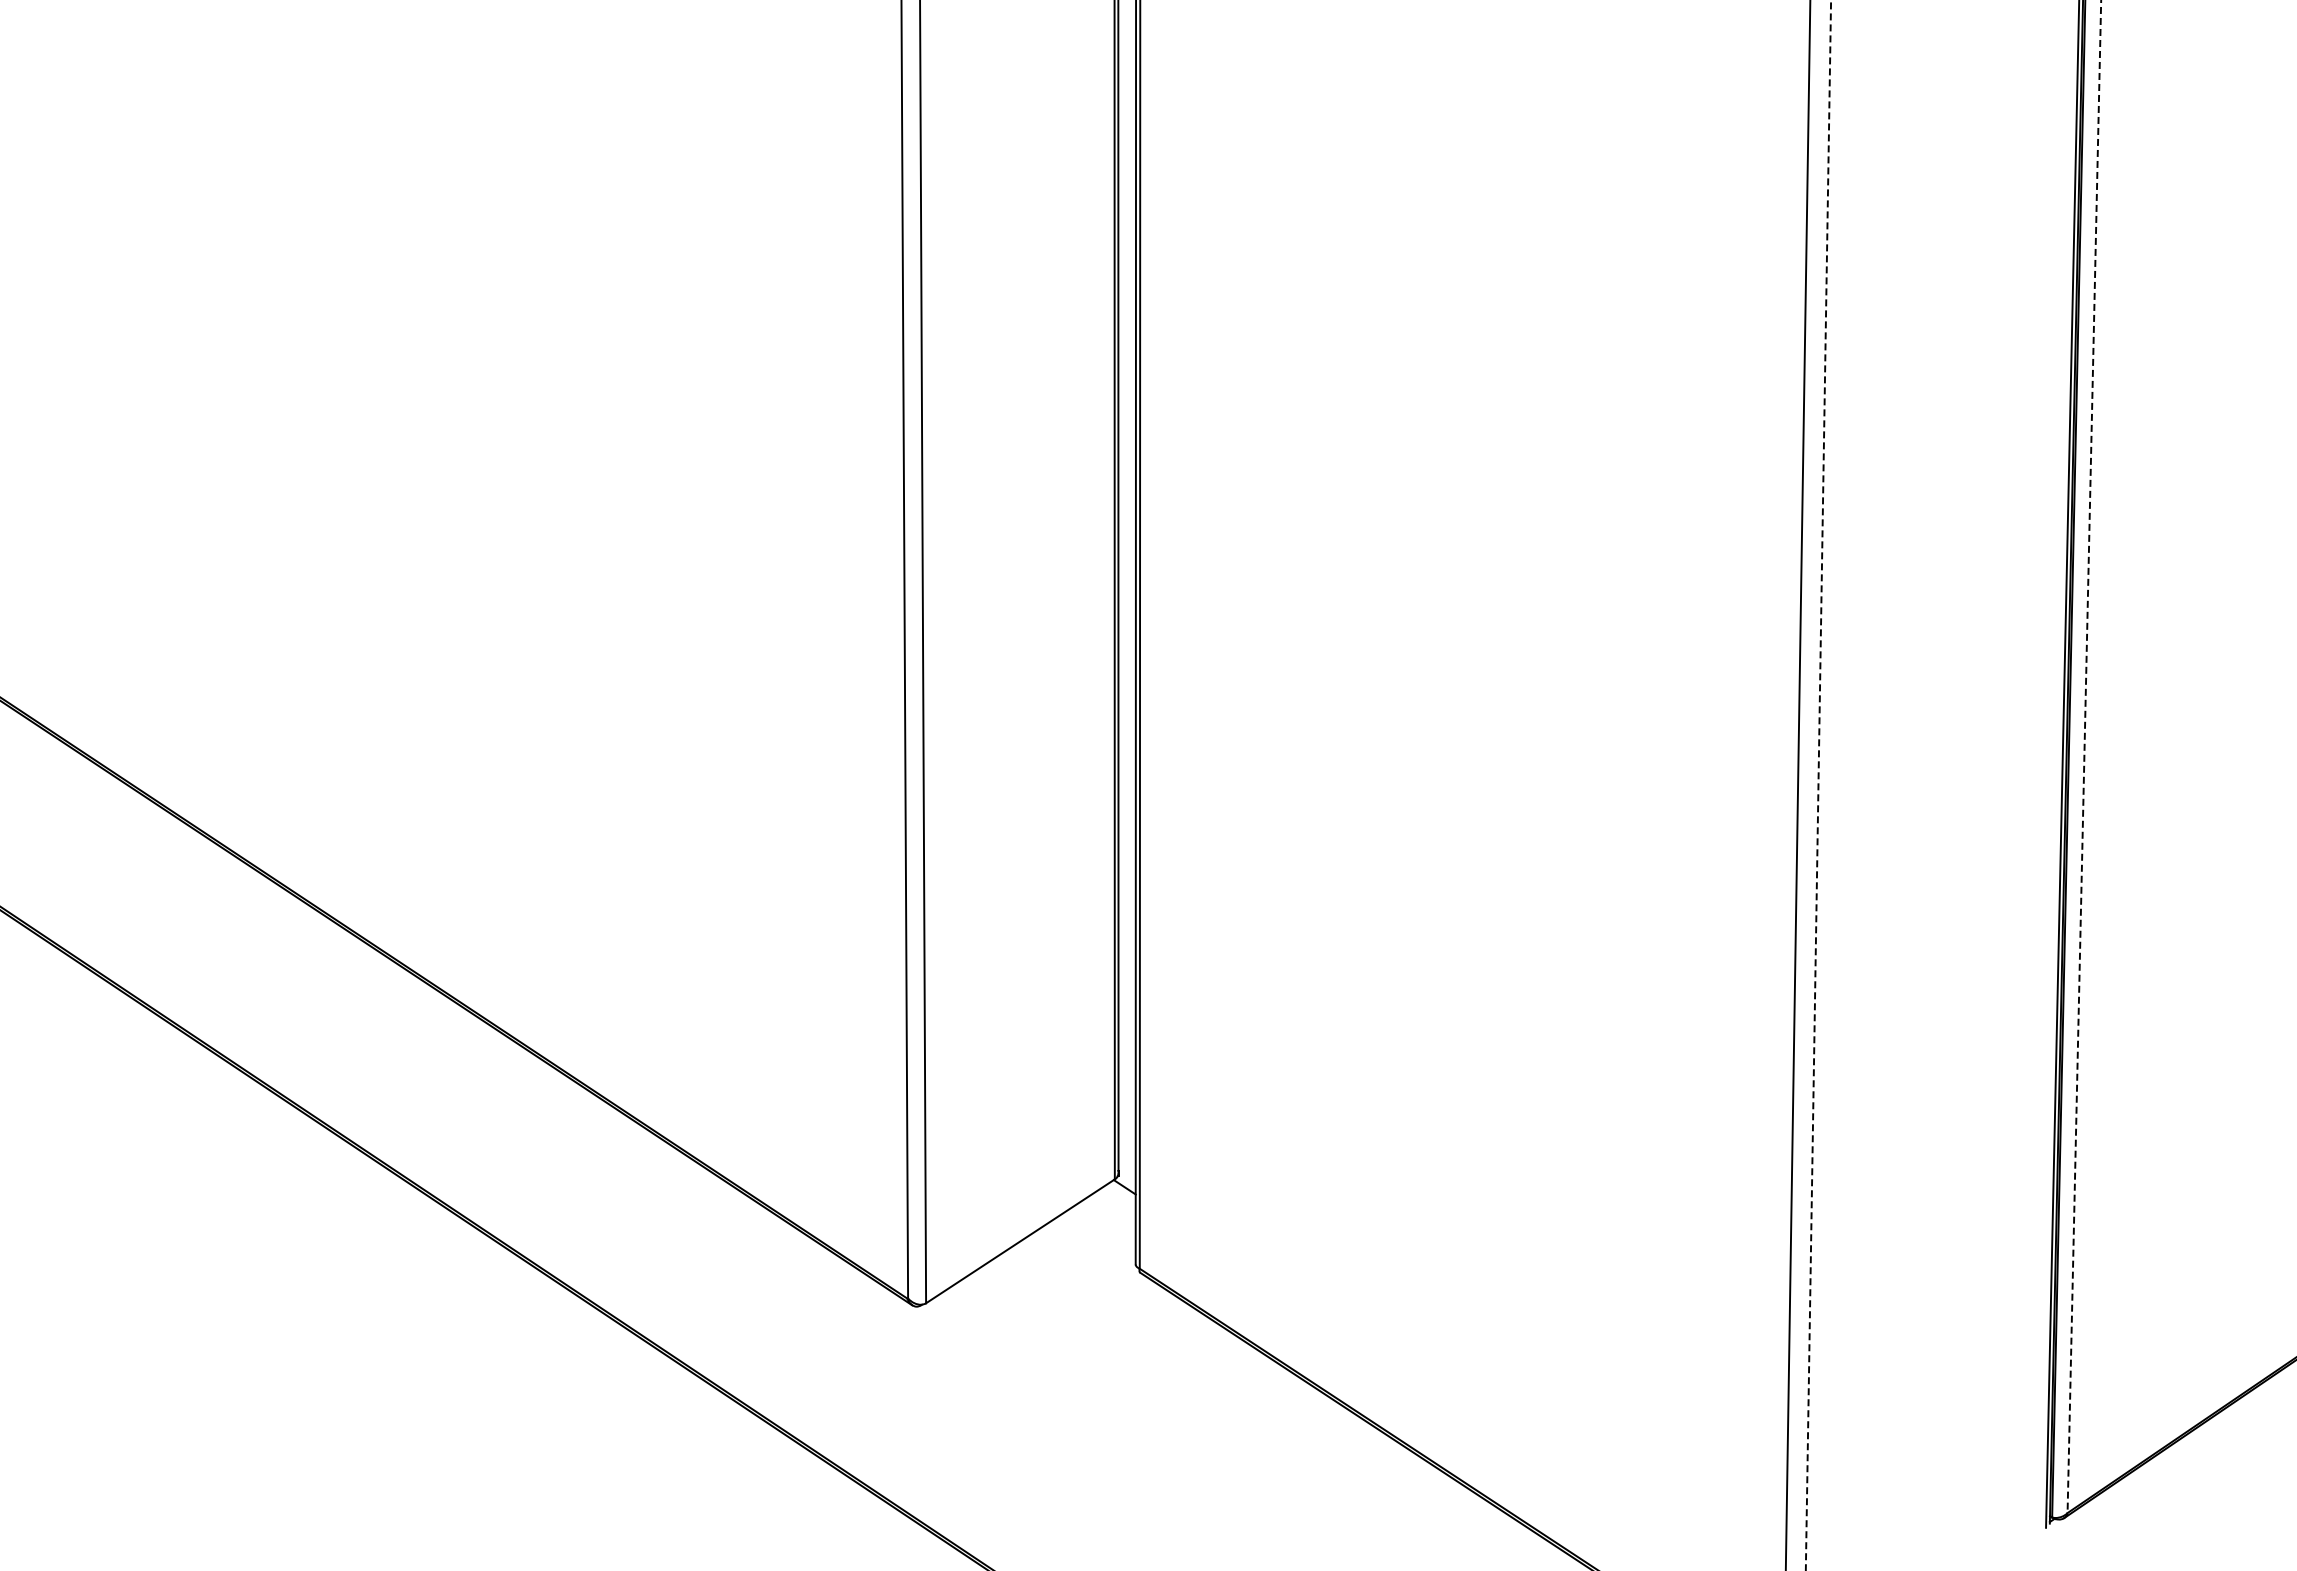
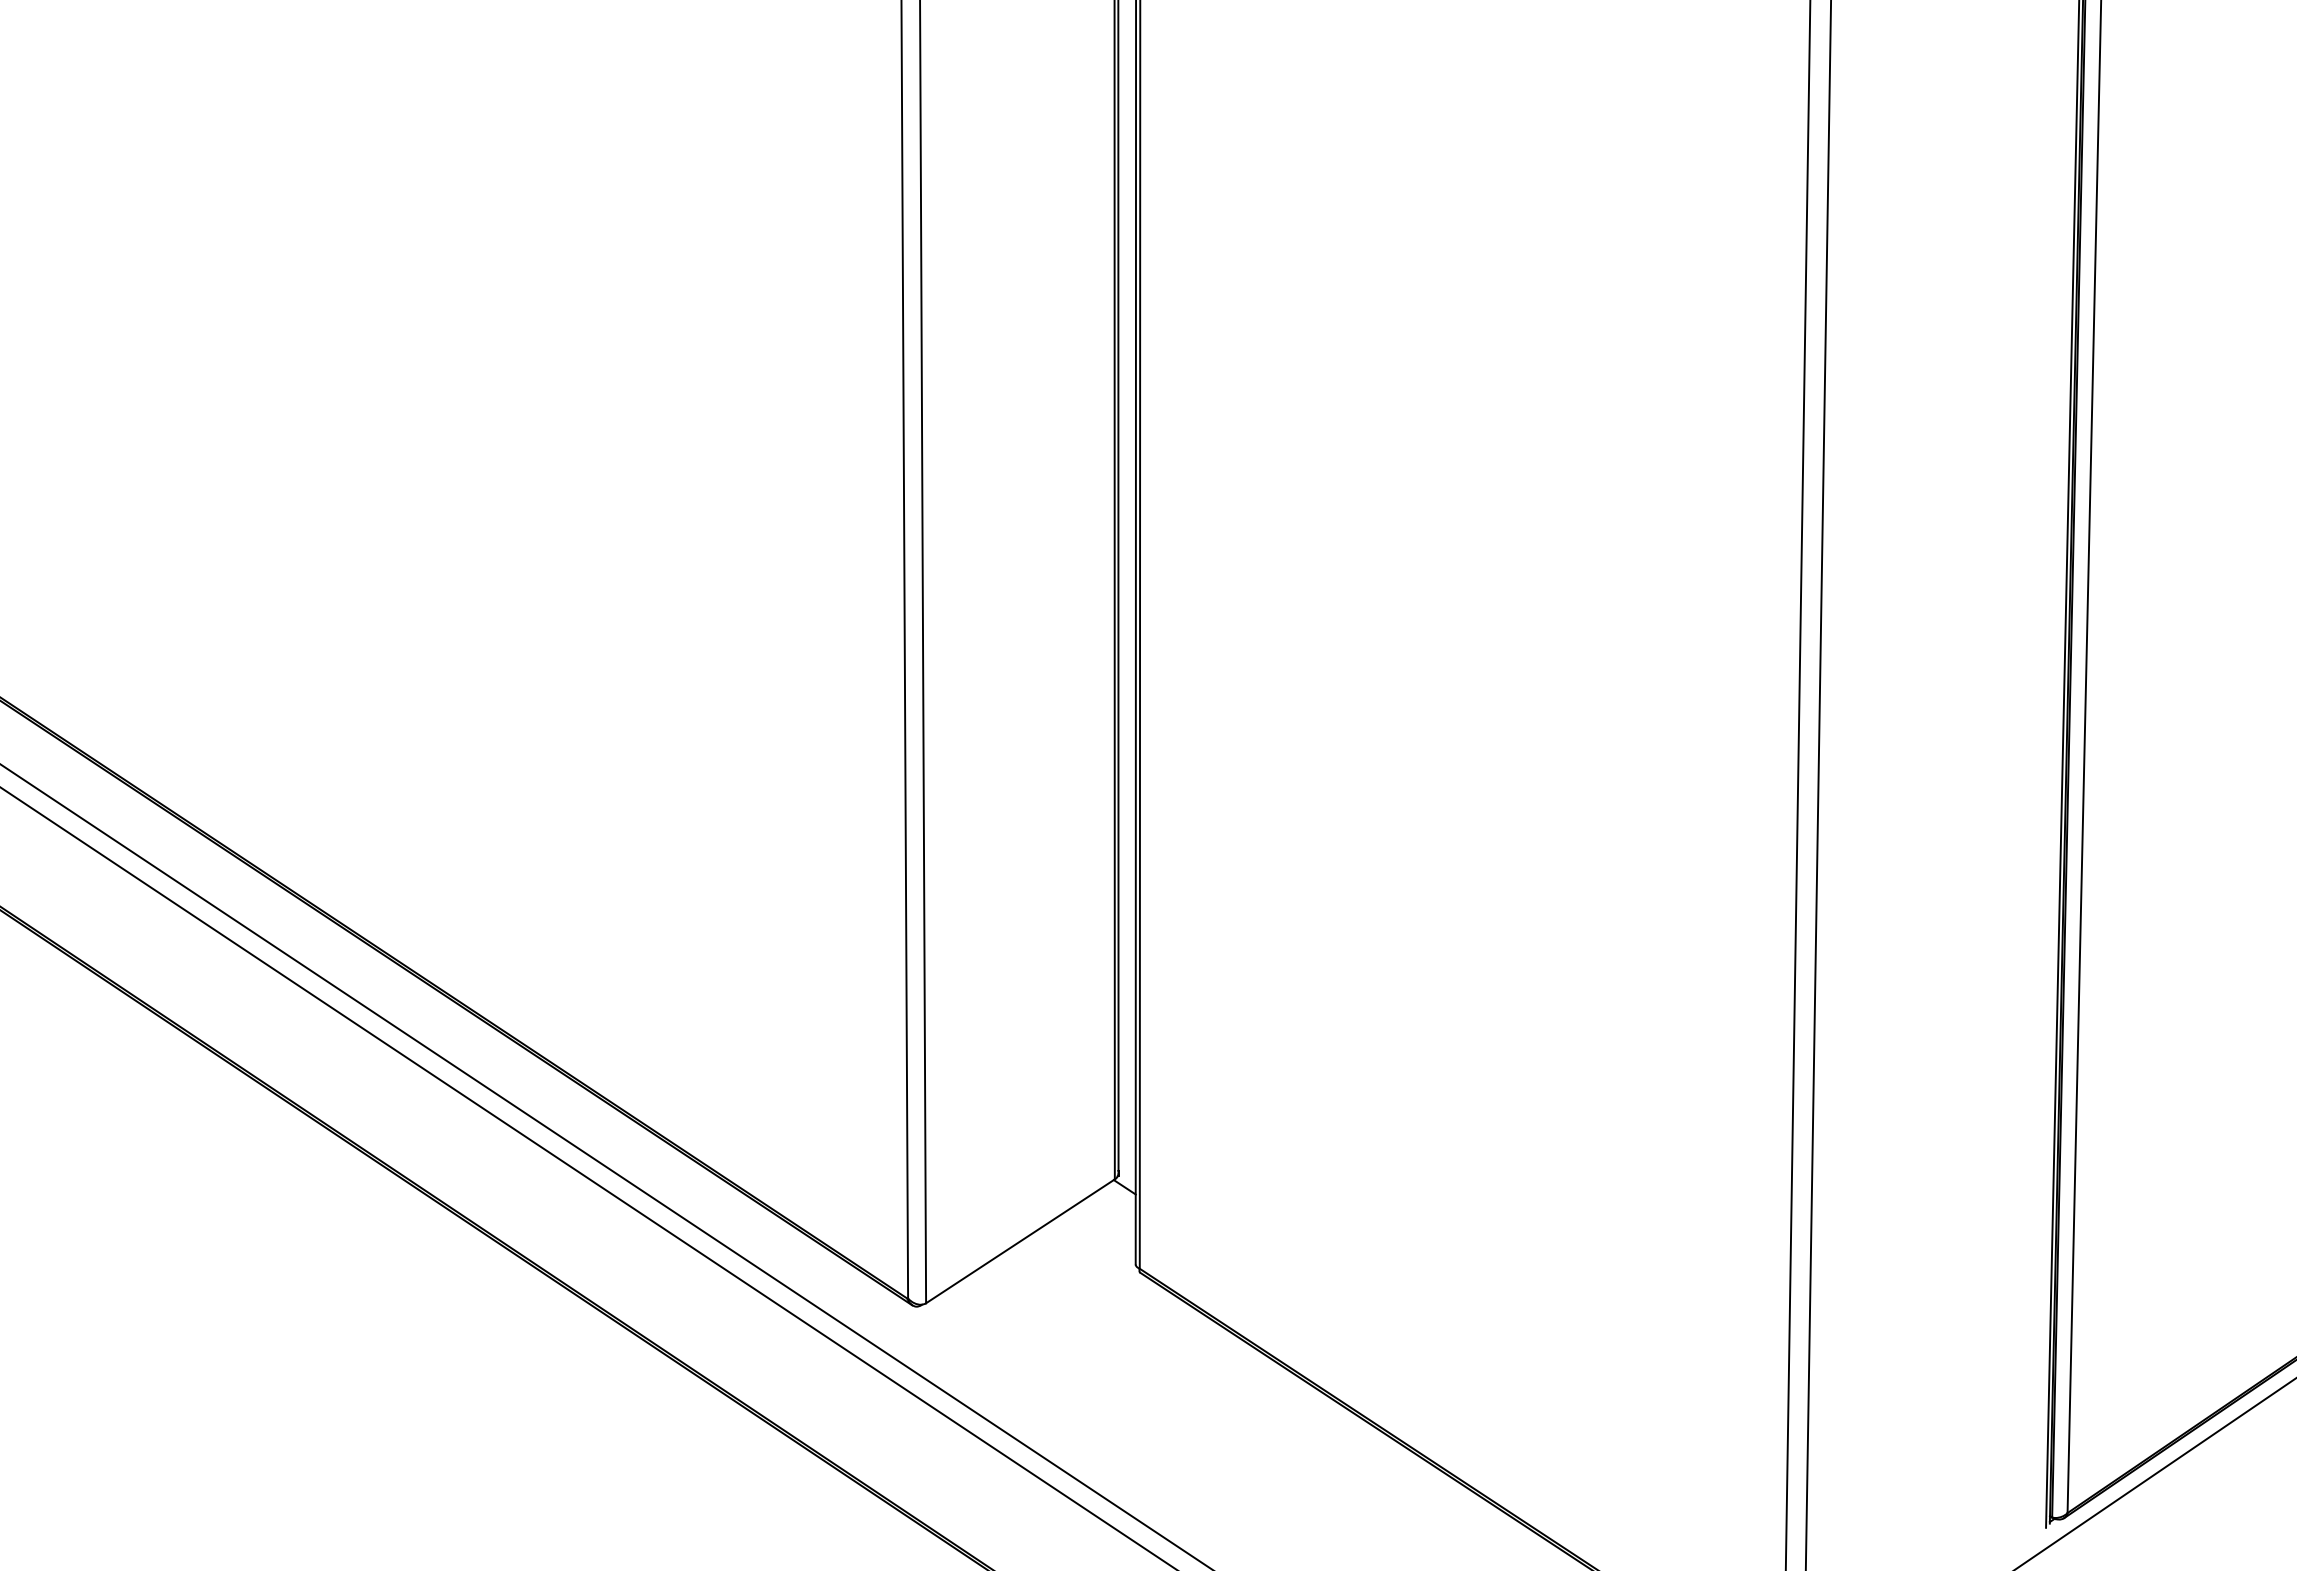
line at (2084, 757): dashed -> solid
line at (1818, 785): dashed -> solid
line at (605, 1166): none -> present
line at (587, 1177): none -> present
line at (2155, 1473): none -> present
